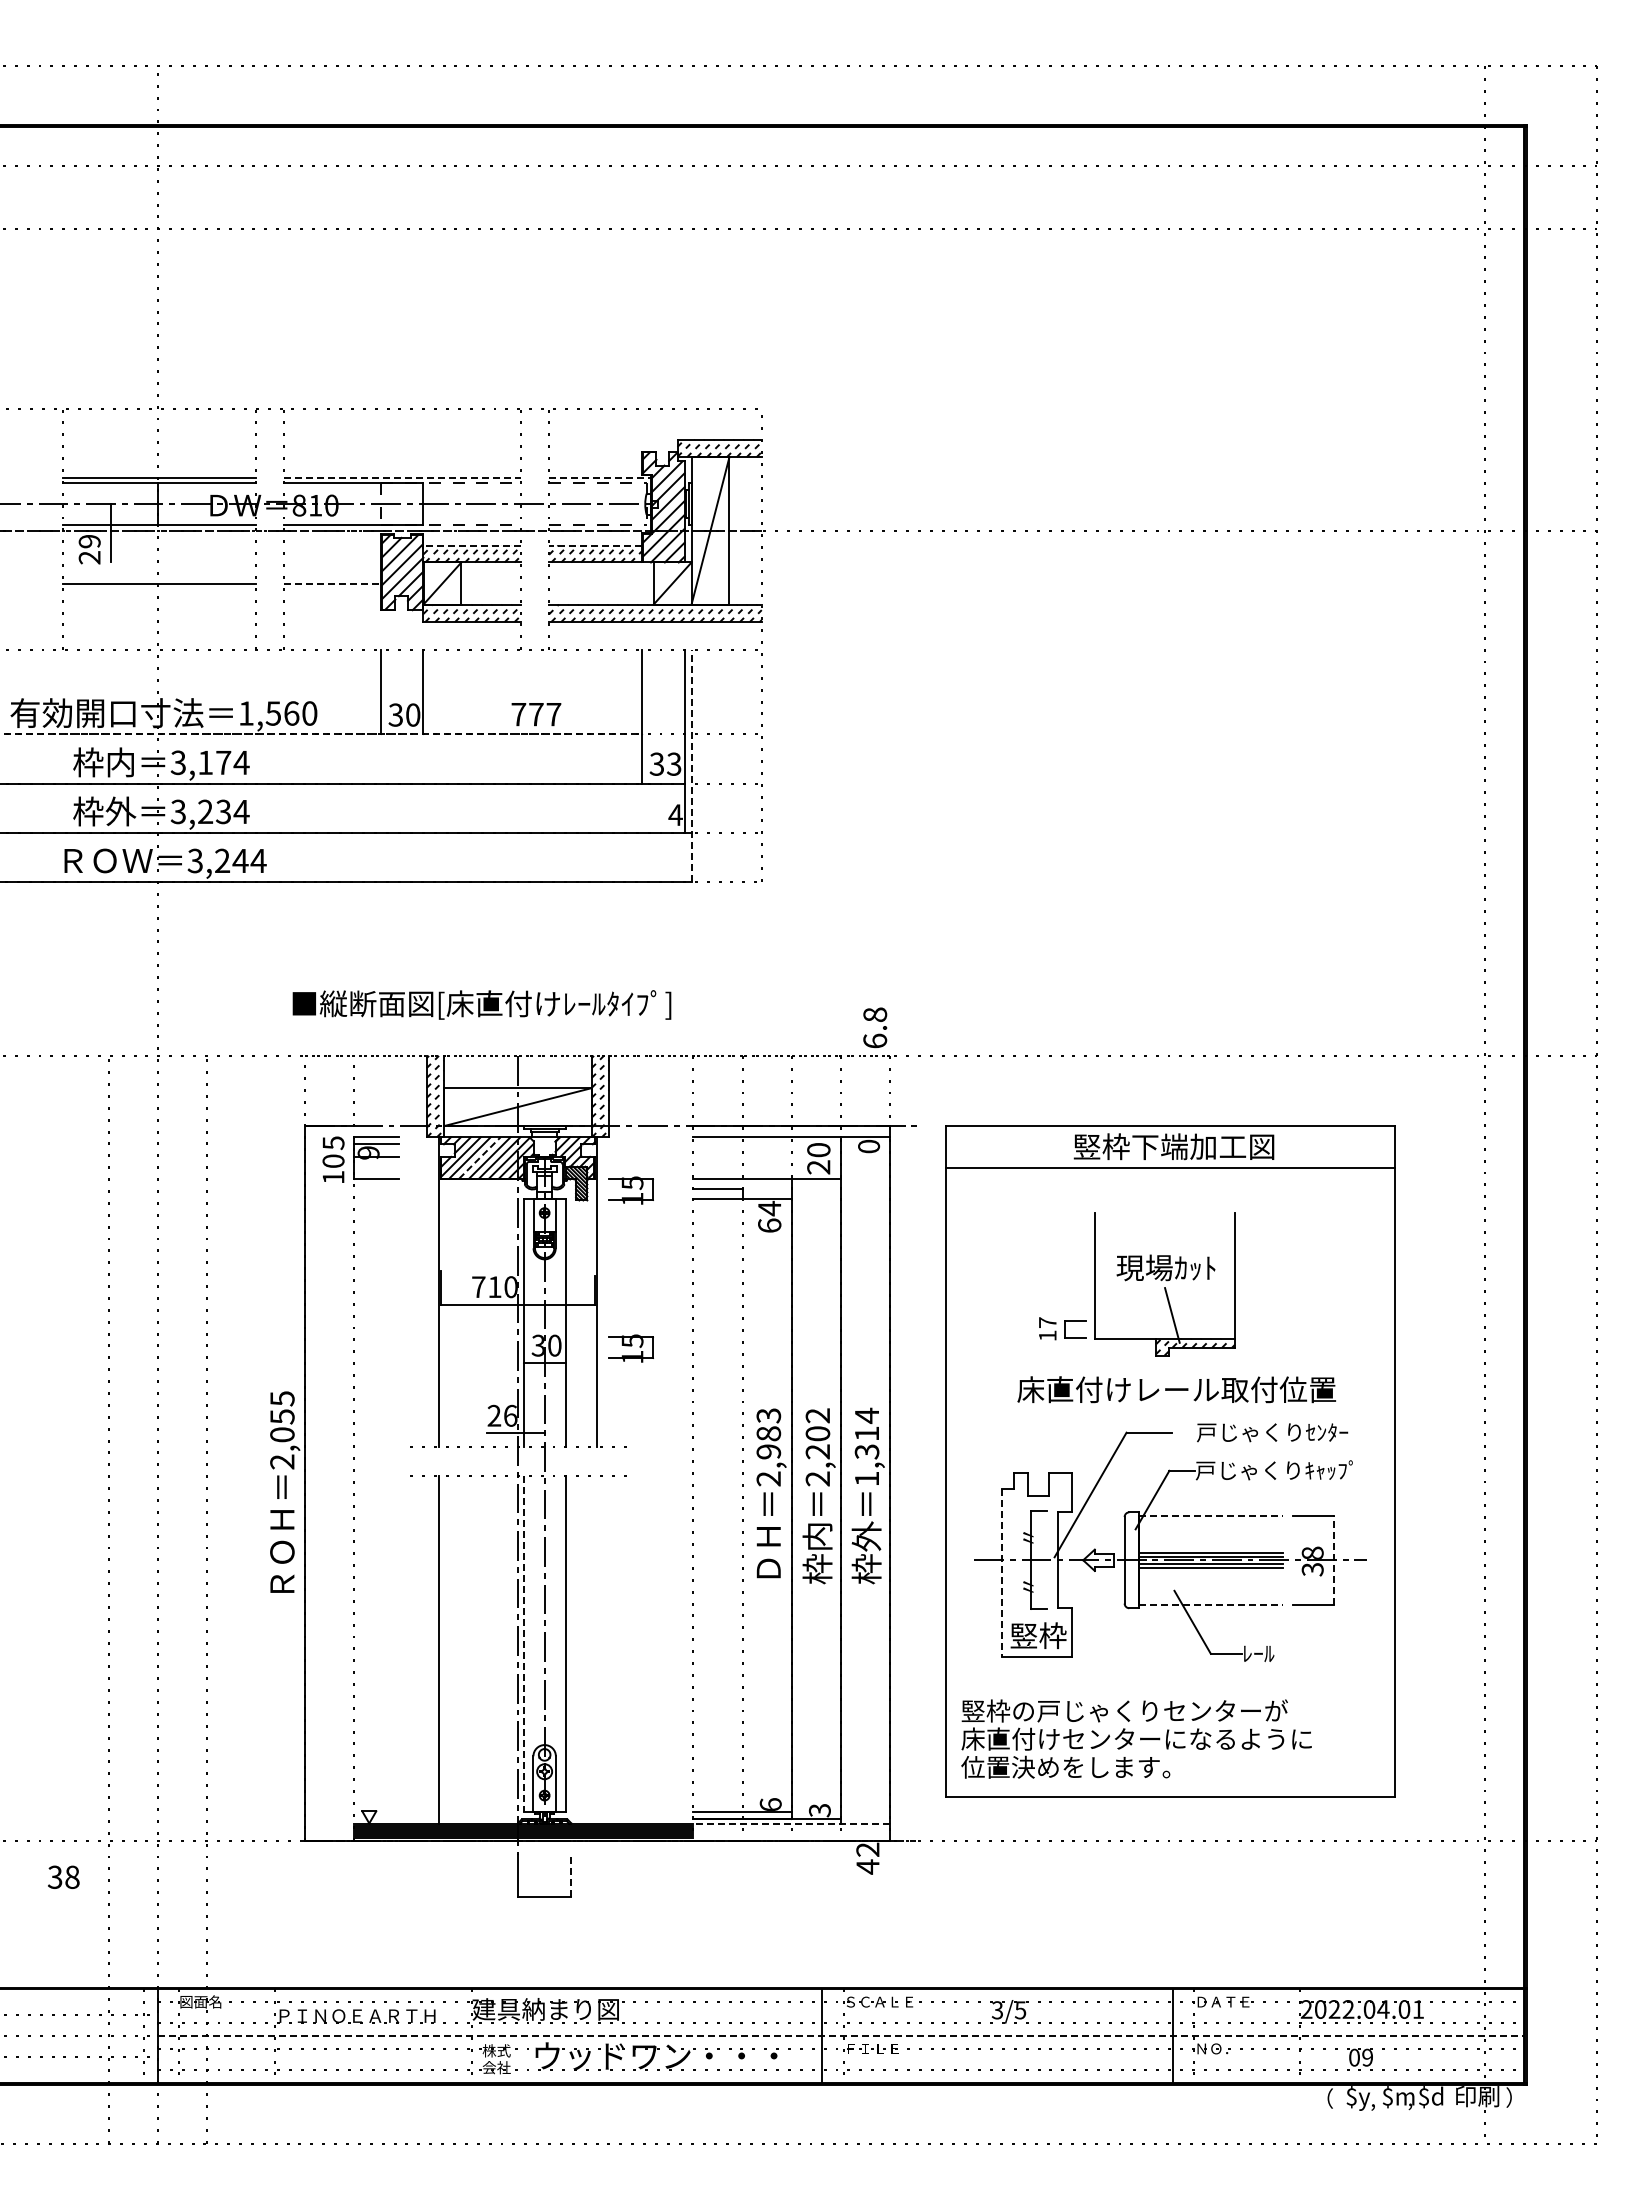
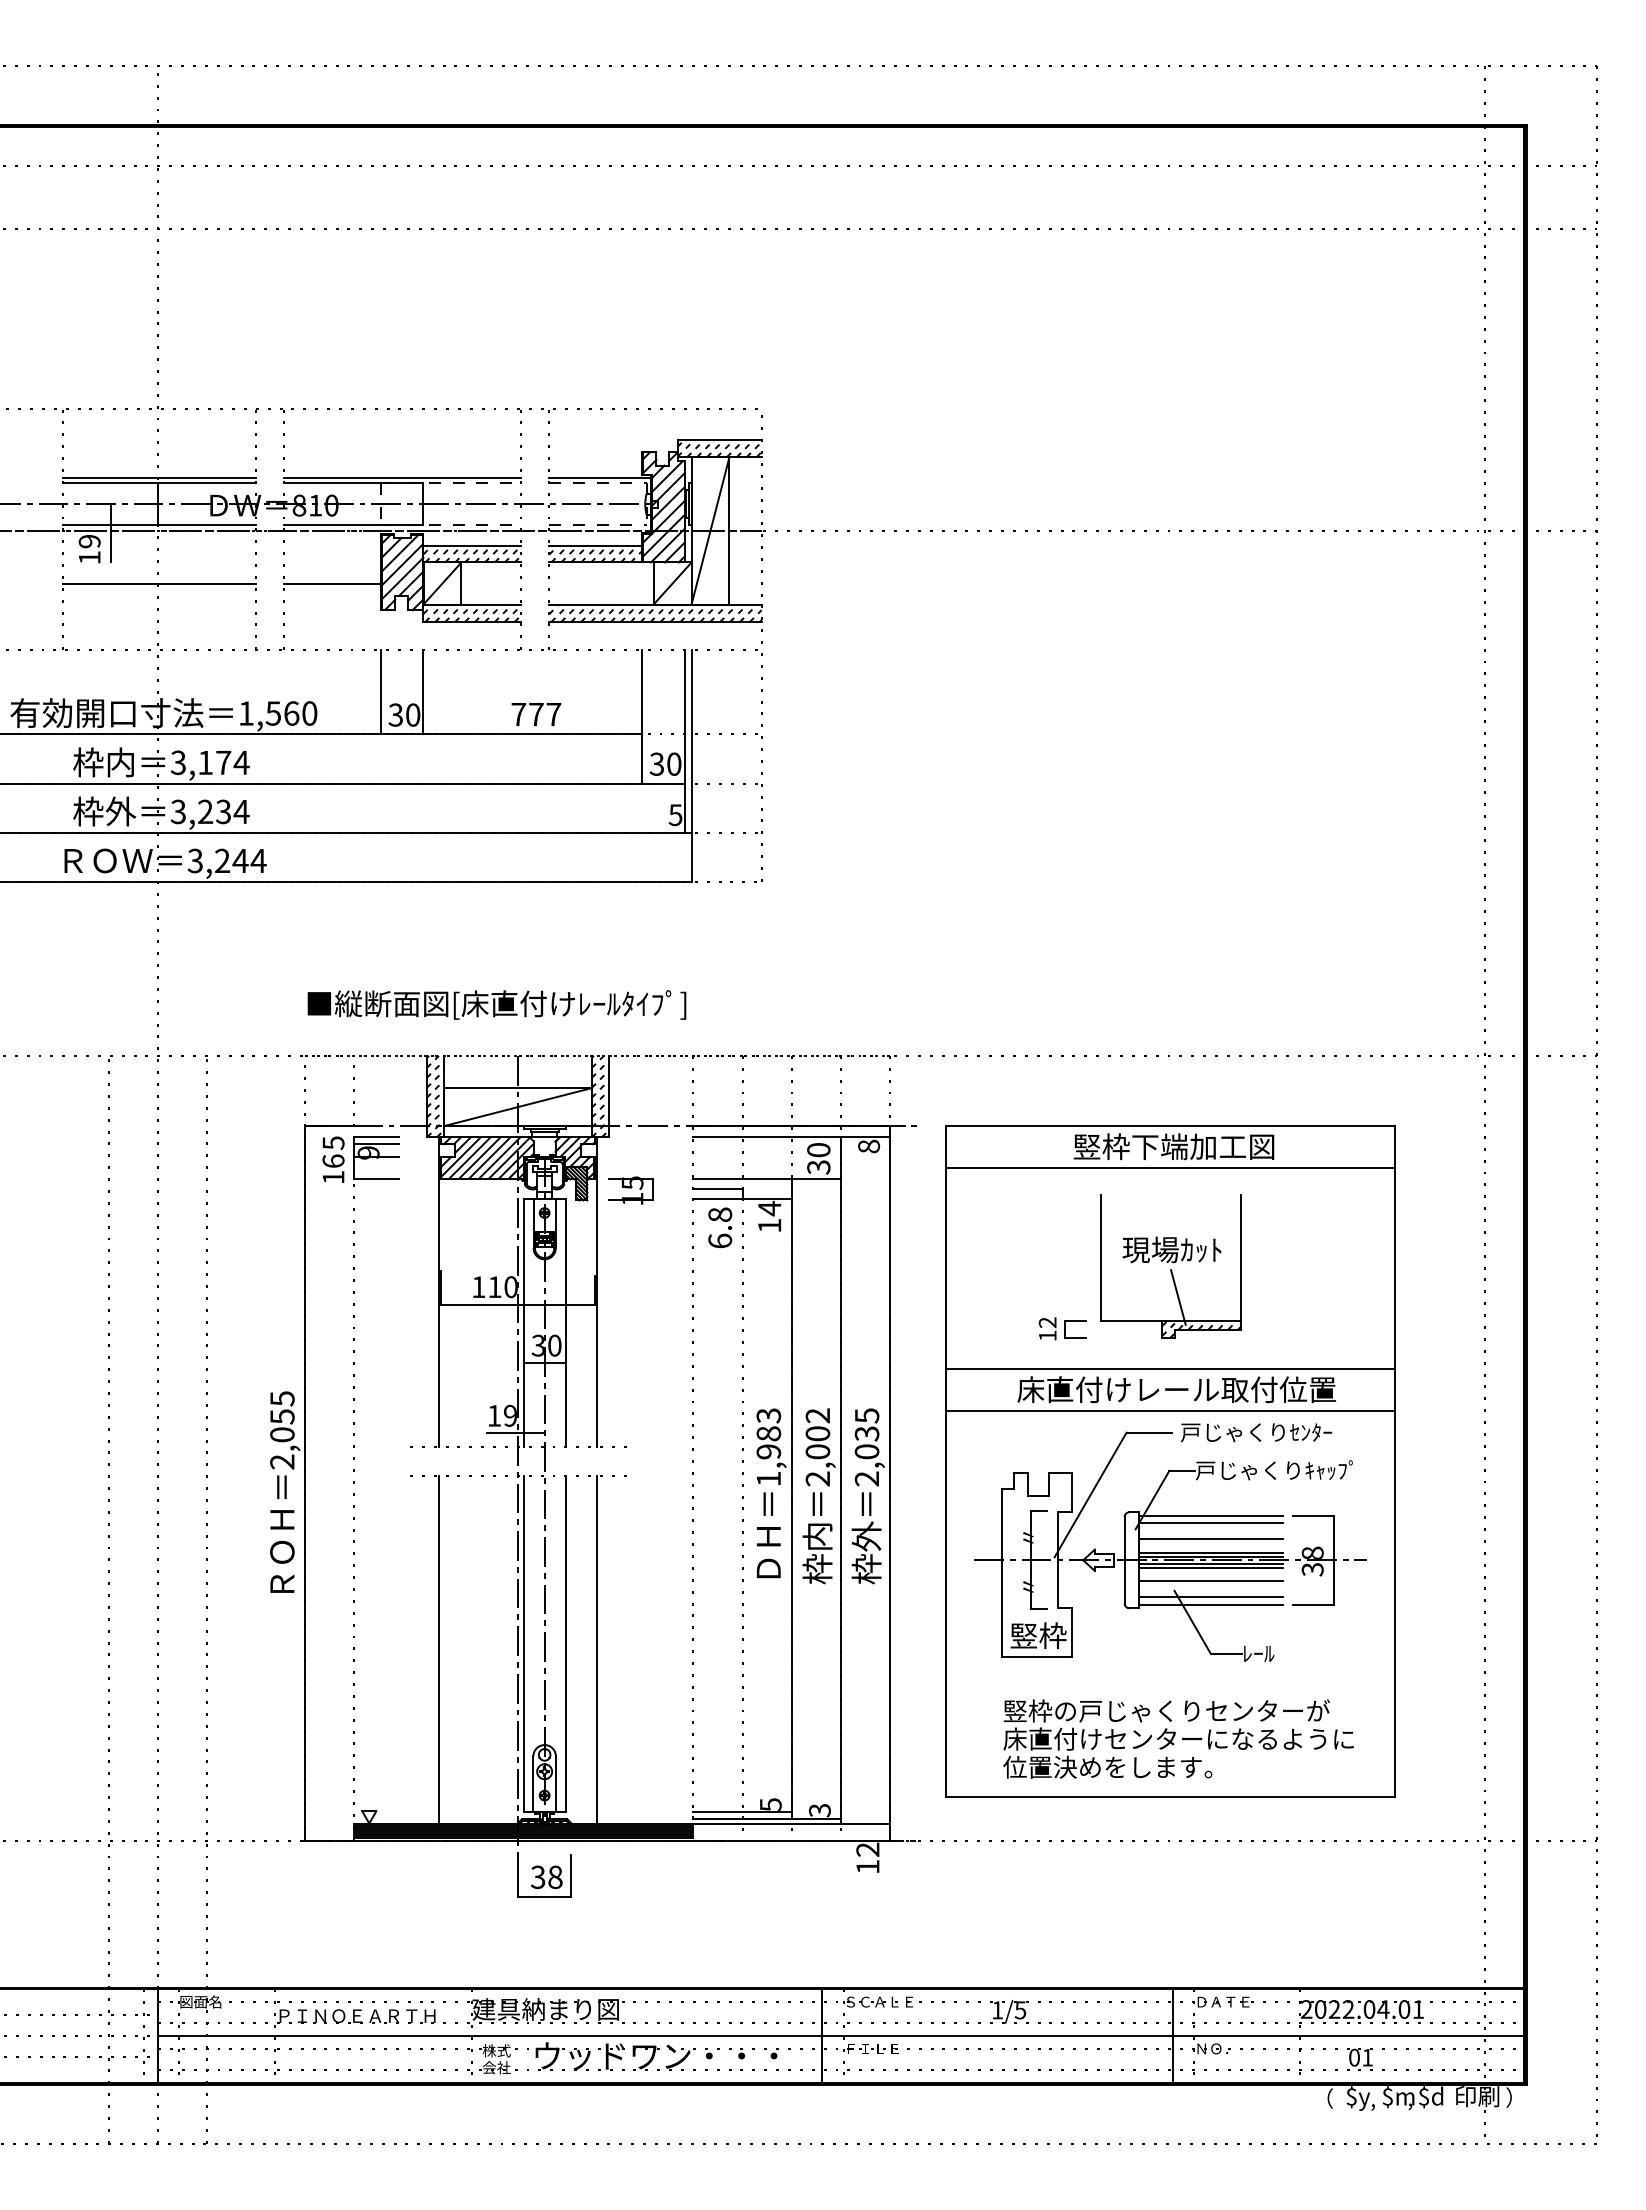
line at (402, 478): dashed -> solid
line at (599, 478): dashed -> solid
line at (472, 545): dashed -> solid
line at (595, 545): dashed -> solid
text at (89, 557): 29 -> 19
line at (332, 583): dashed -> solid
line at (321, 734): dashed -> solid
text at (674, 763): 33 -> 30
line at (691, 766): dashed -> solid
text at (675, 815): 4 -> 5
text at (481, 1004) position: (481, 1004) -> (496, 1004)
text at (875, 1027) position: (875, 1027) -> (720, 1227)
text at (868, 1146): 0 -> 8
line at (480, 1157): dashed -> solid
text at (333, 1160): 10 -> 16
text at (818, 1167): 20 -> 30
text at (769, 1225): 64 -> 14
part at (1164, 1284) position: (1164, 1284) -> (1170, 1266)
text at (478, 1286): 710 -> 110
text at (1047, 1322): 17 -> 12
part at (630, 1348): present -> none
line at (1170, 1369): none -> present
line at (1170, 1411): none -> present
text at (502, 1415): 26 -> 19
text at (1272, 1432) position: (1272, 1432) -> (1256, 1432)
text at (866, 1446): 1,314 -> 2,035
text at (817, 1451): 2,202 -> 2,002
text at (768, 1478): 2,983 -> 1,983
line at (1211, 1515): dashed -> solid
line at (1210, 1523): none -> present
line at (1210, 1539): none -> present
line at (1333, 1559): dashed -> solid
line at (1002, 1573): dashed -> solid
line at (1210, 1581): none -> present
line at (1210, 1597): none -> present
line at (1211, 1604): dashed -> solid
line at (523, 1644): dashed -> solid
line at (597, 1649): none -> present
text at (1136, 1738) position: (1136, 1738) -> (1178, 1738)
text at (770, 1804): 6 -> 5
line at (791, 1823): dashed -> solid
text at (867, 1866): 42 -> 12
line at (571, 1875): dashed -> solid
text at (63, 1876) position: (63, 1876) -> (546, 1876)
text at (996, 2010): 3/5 -> 1/5
line at (841, 2036): dashed -> solid
text at (1367, 2057): 09 -> 01
